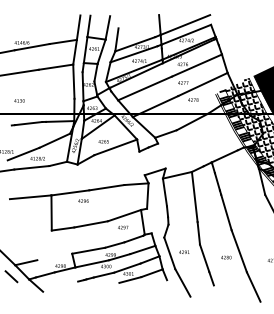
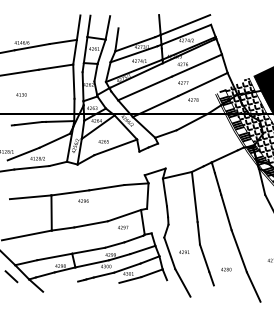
text at (19, 100) position: (19, 100) -> (21, 94)
line at (26, 235): none -> present
line at (54, 256): none -> present
text at (226, 257) position: (226, 257) -> (226, 269)
